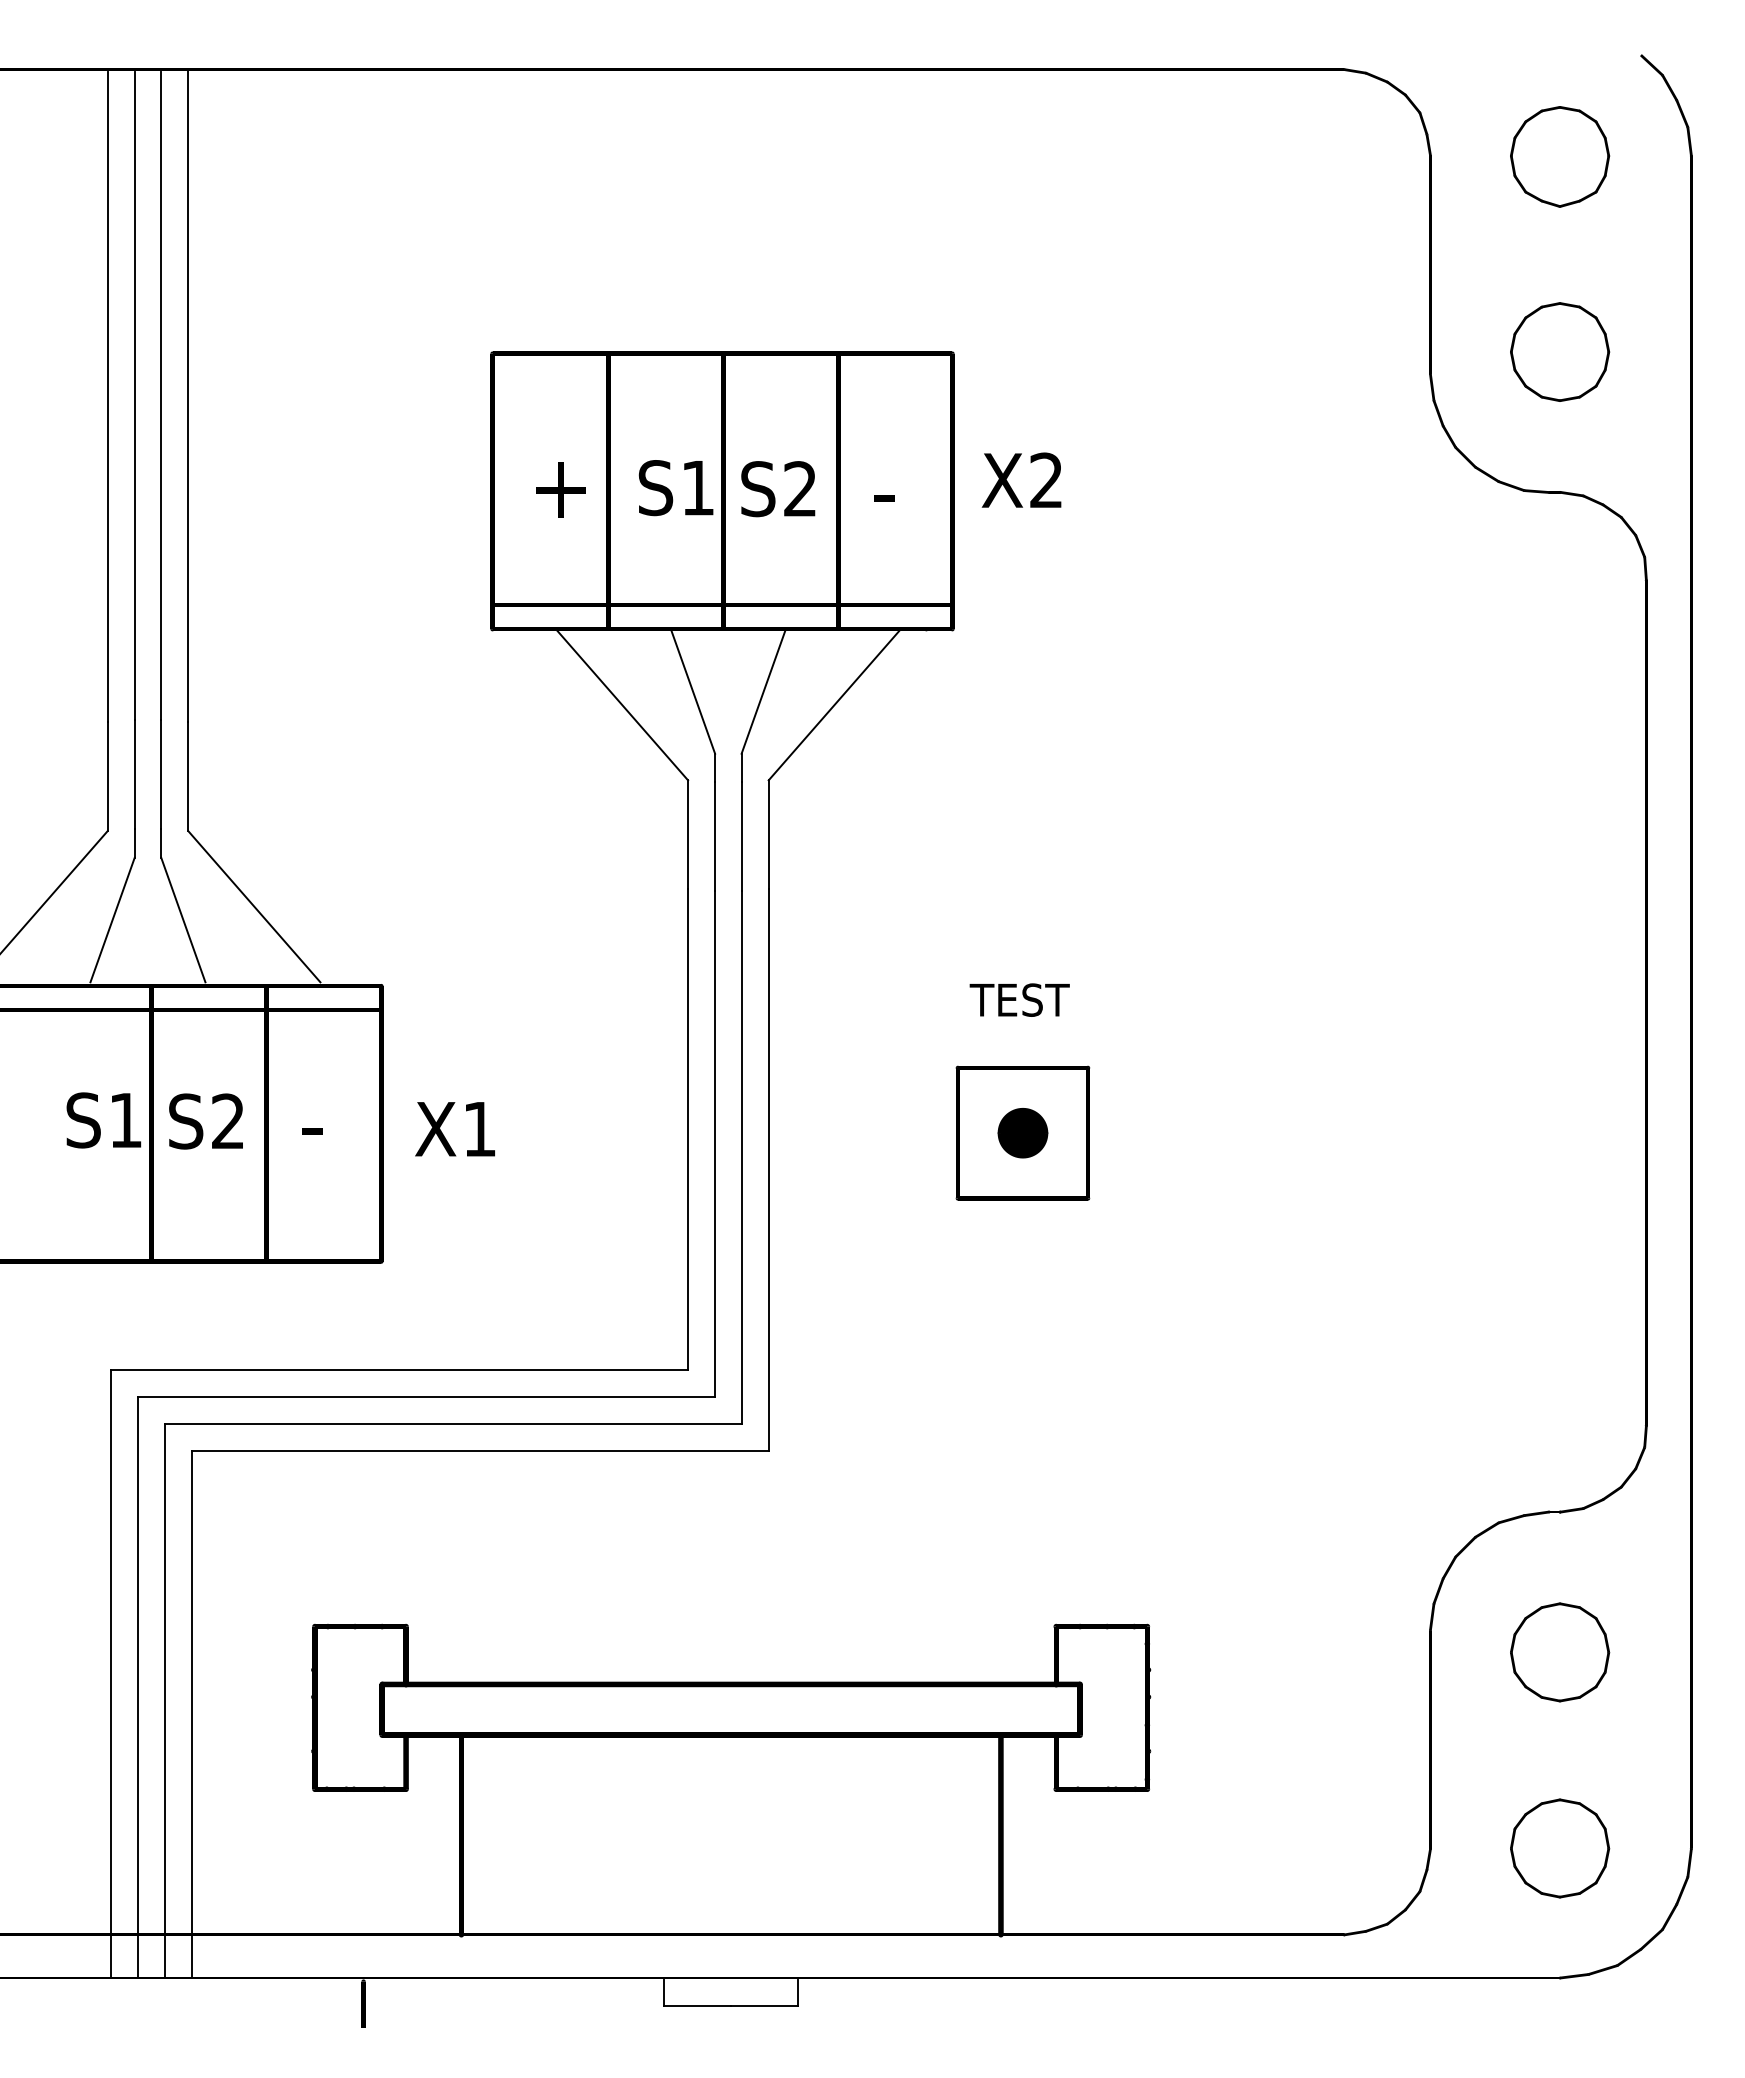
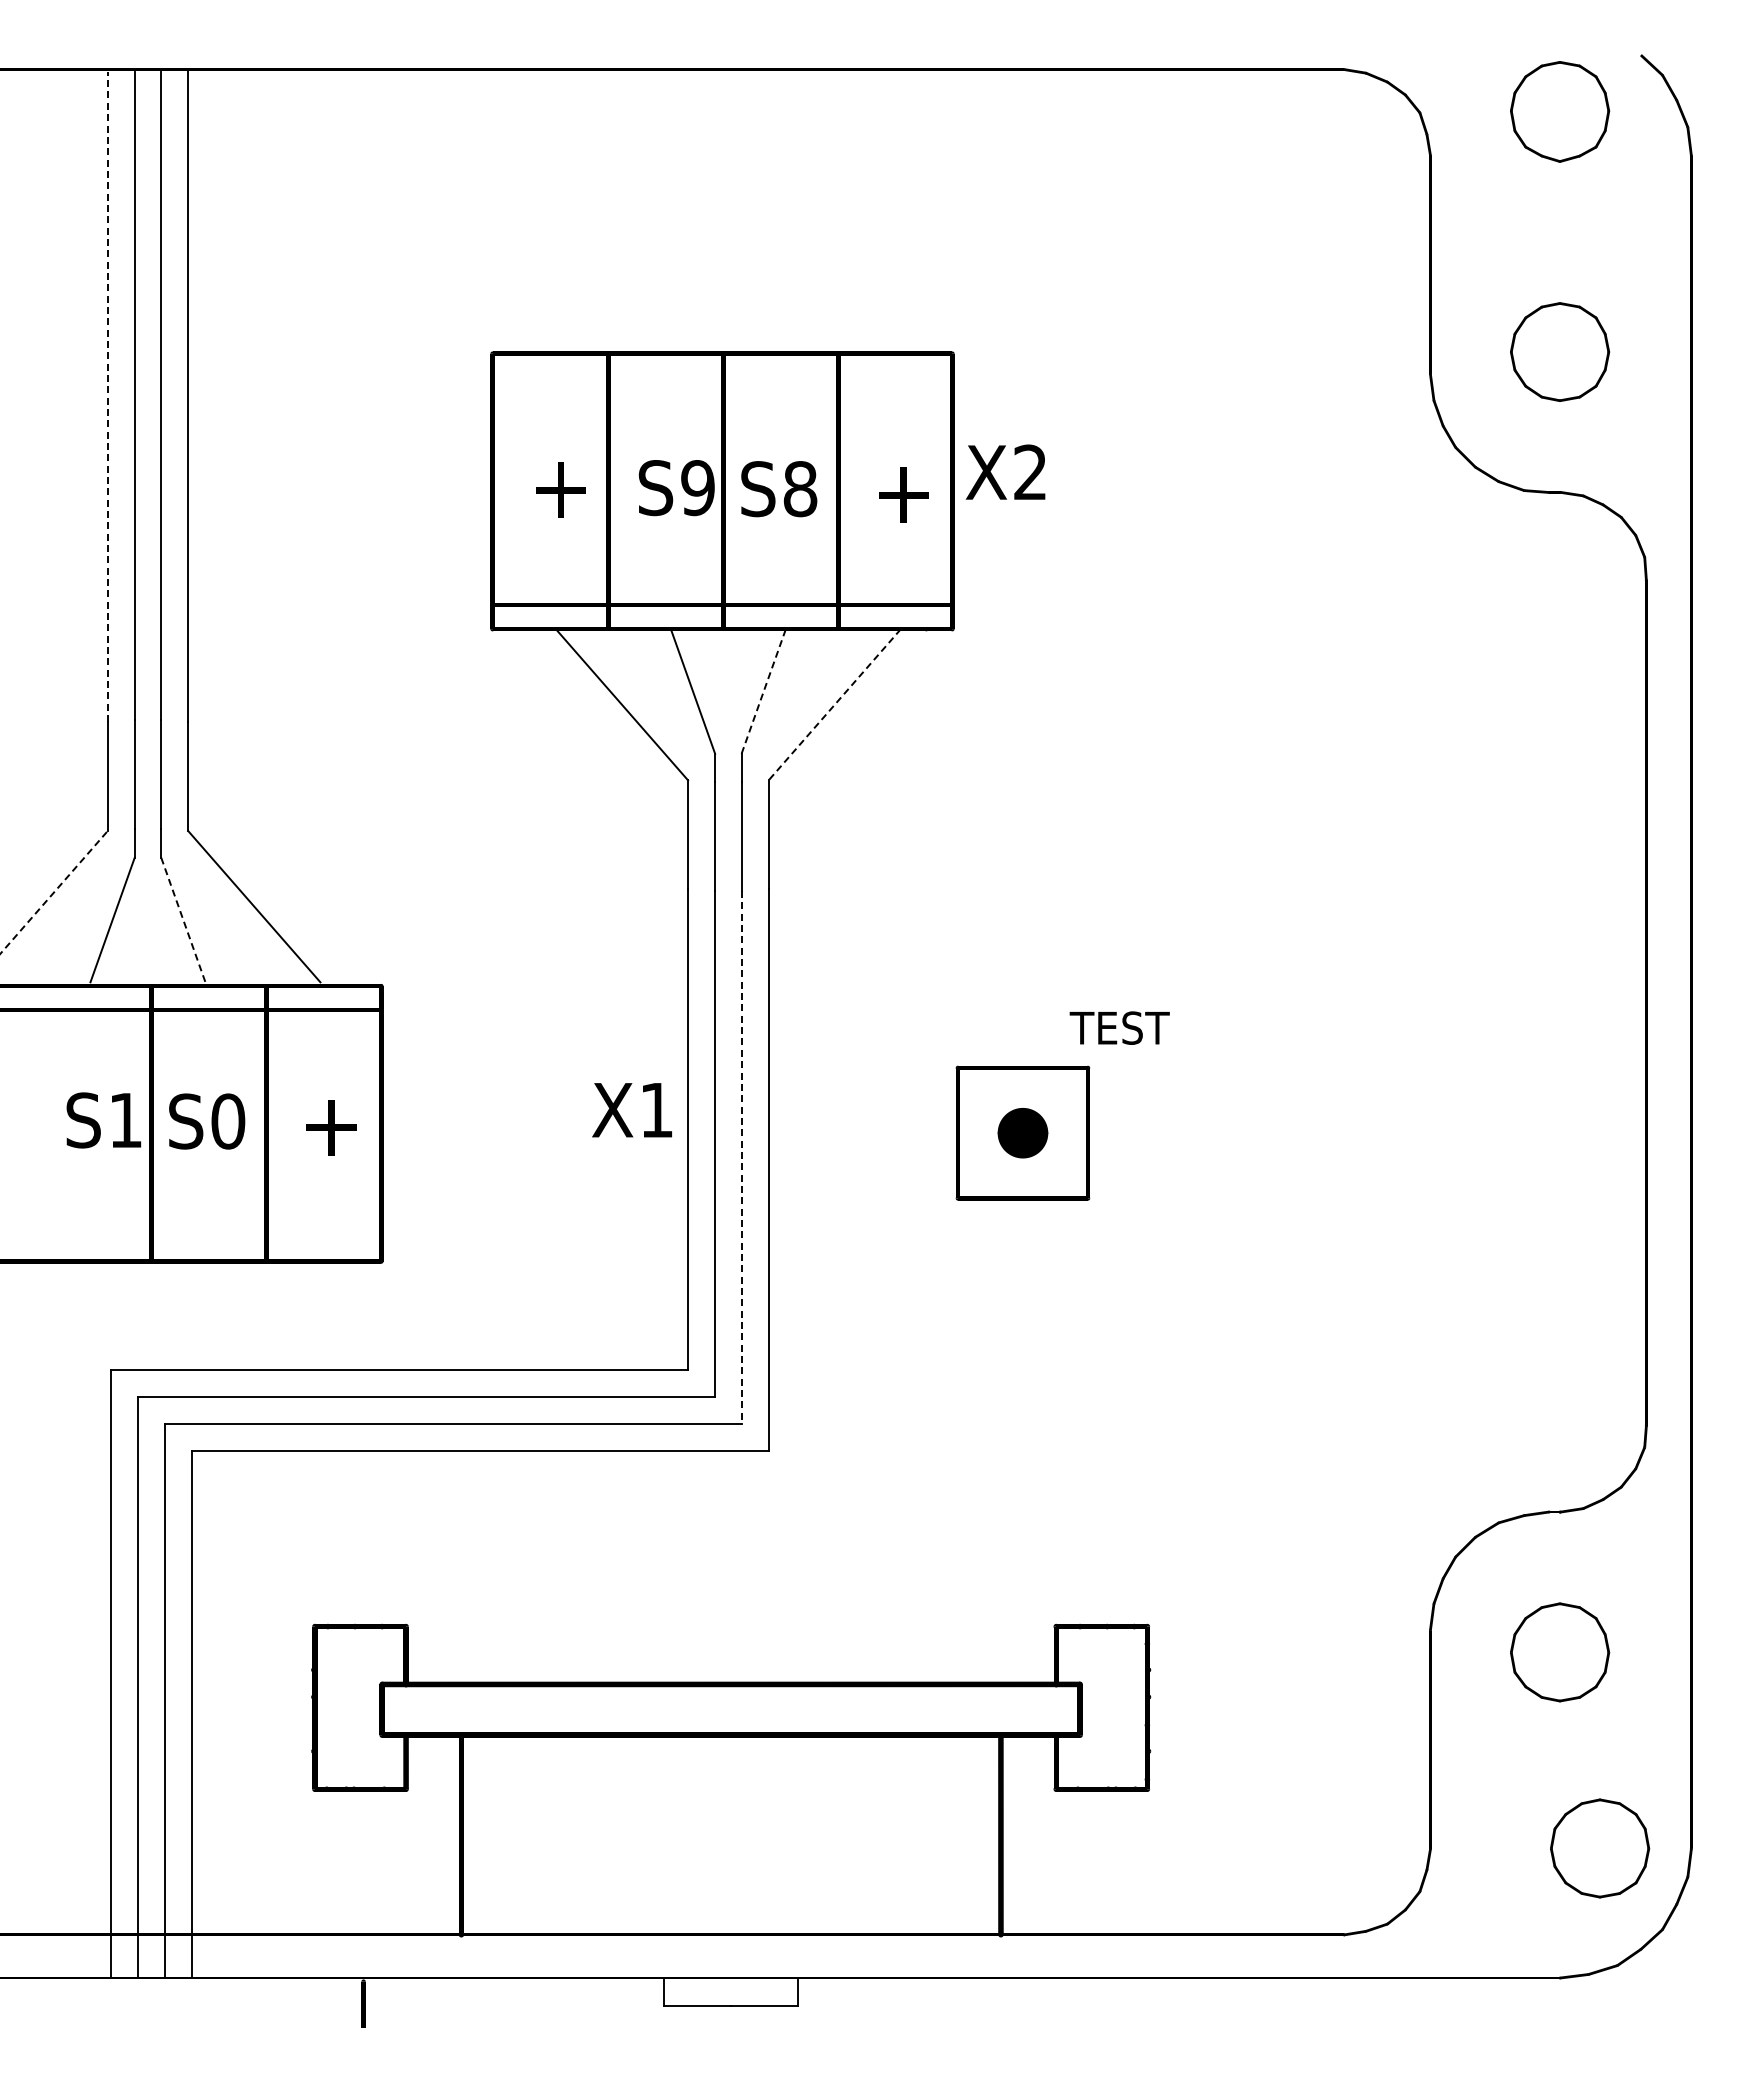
part at (1560, 156) position: (1560, 156) -> (1560, 111)
line at (107, 396): solid -> dashed
text at (1021, 479) position: (1021, 479) -> (1005, 471)
text at (697, 488): S1 -> S9
text at (800, 489): S2 -> S8
text at (901, 494): - -> +
line at (763, 691): solid -> dashed
line at (834, 705): solid -> dashed
line at (54, 892): solid -> dashed
line at (183, 920): solid -> dashed
text at (1019, 999) position: (1019, 999) -> (1119, 1027)
text at (228, 1121): S2 -> S0
text at (329, 1127): - -> +
text at (454, 1129) position: (454, 1129) -> (631, 1110)
line at (741, 1158): solid -> dashed
part at (1560, 1848) position: (1560, 1848) -> (1600, 1848)
